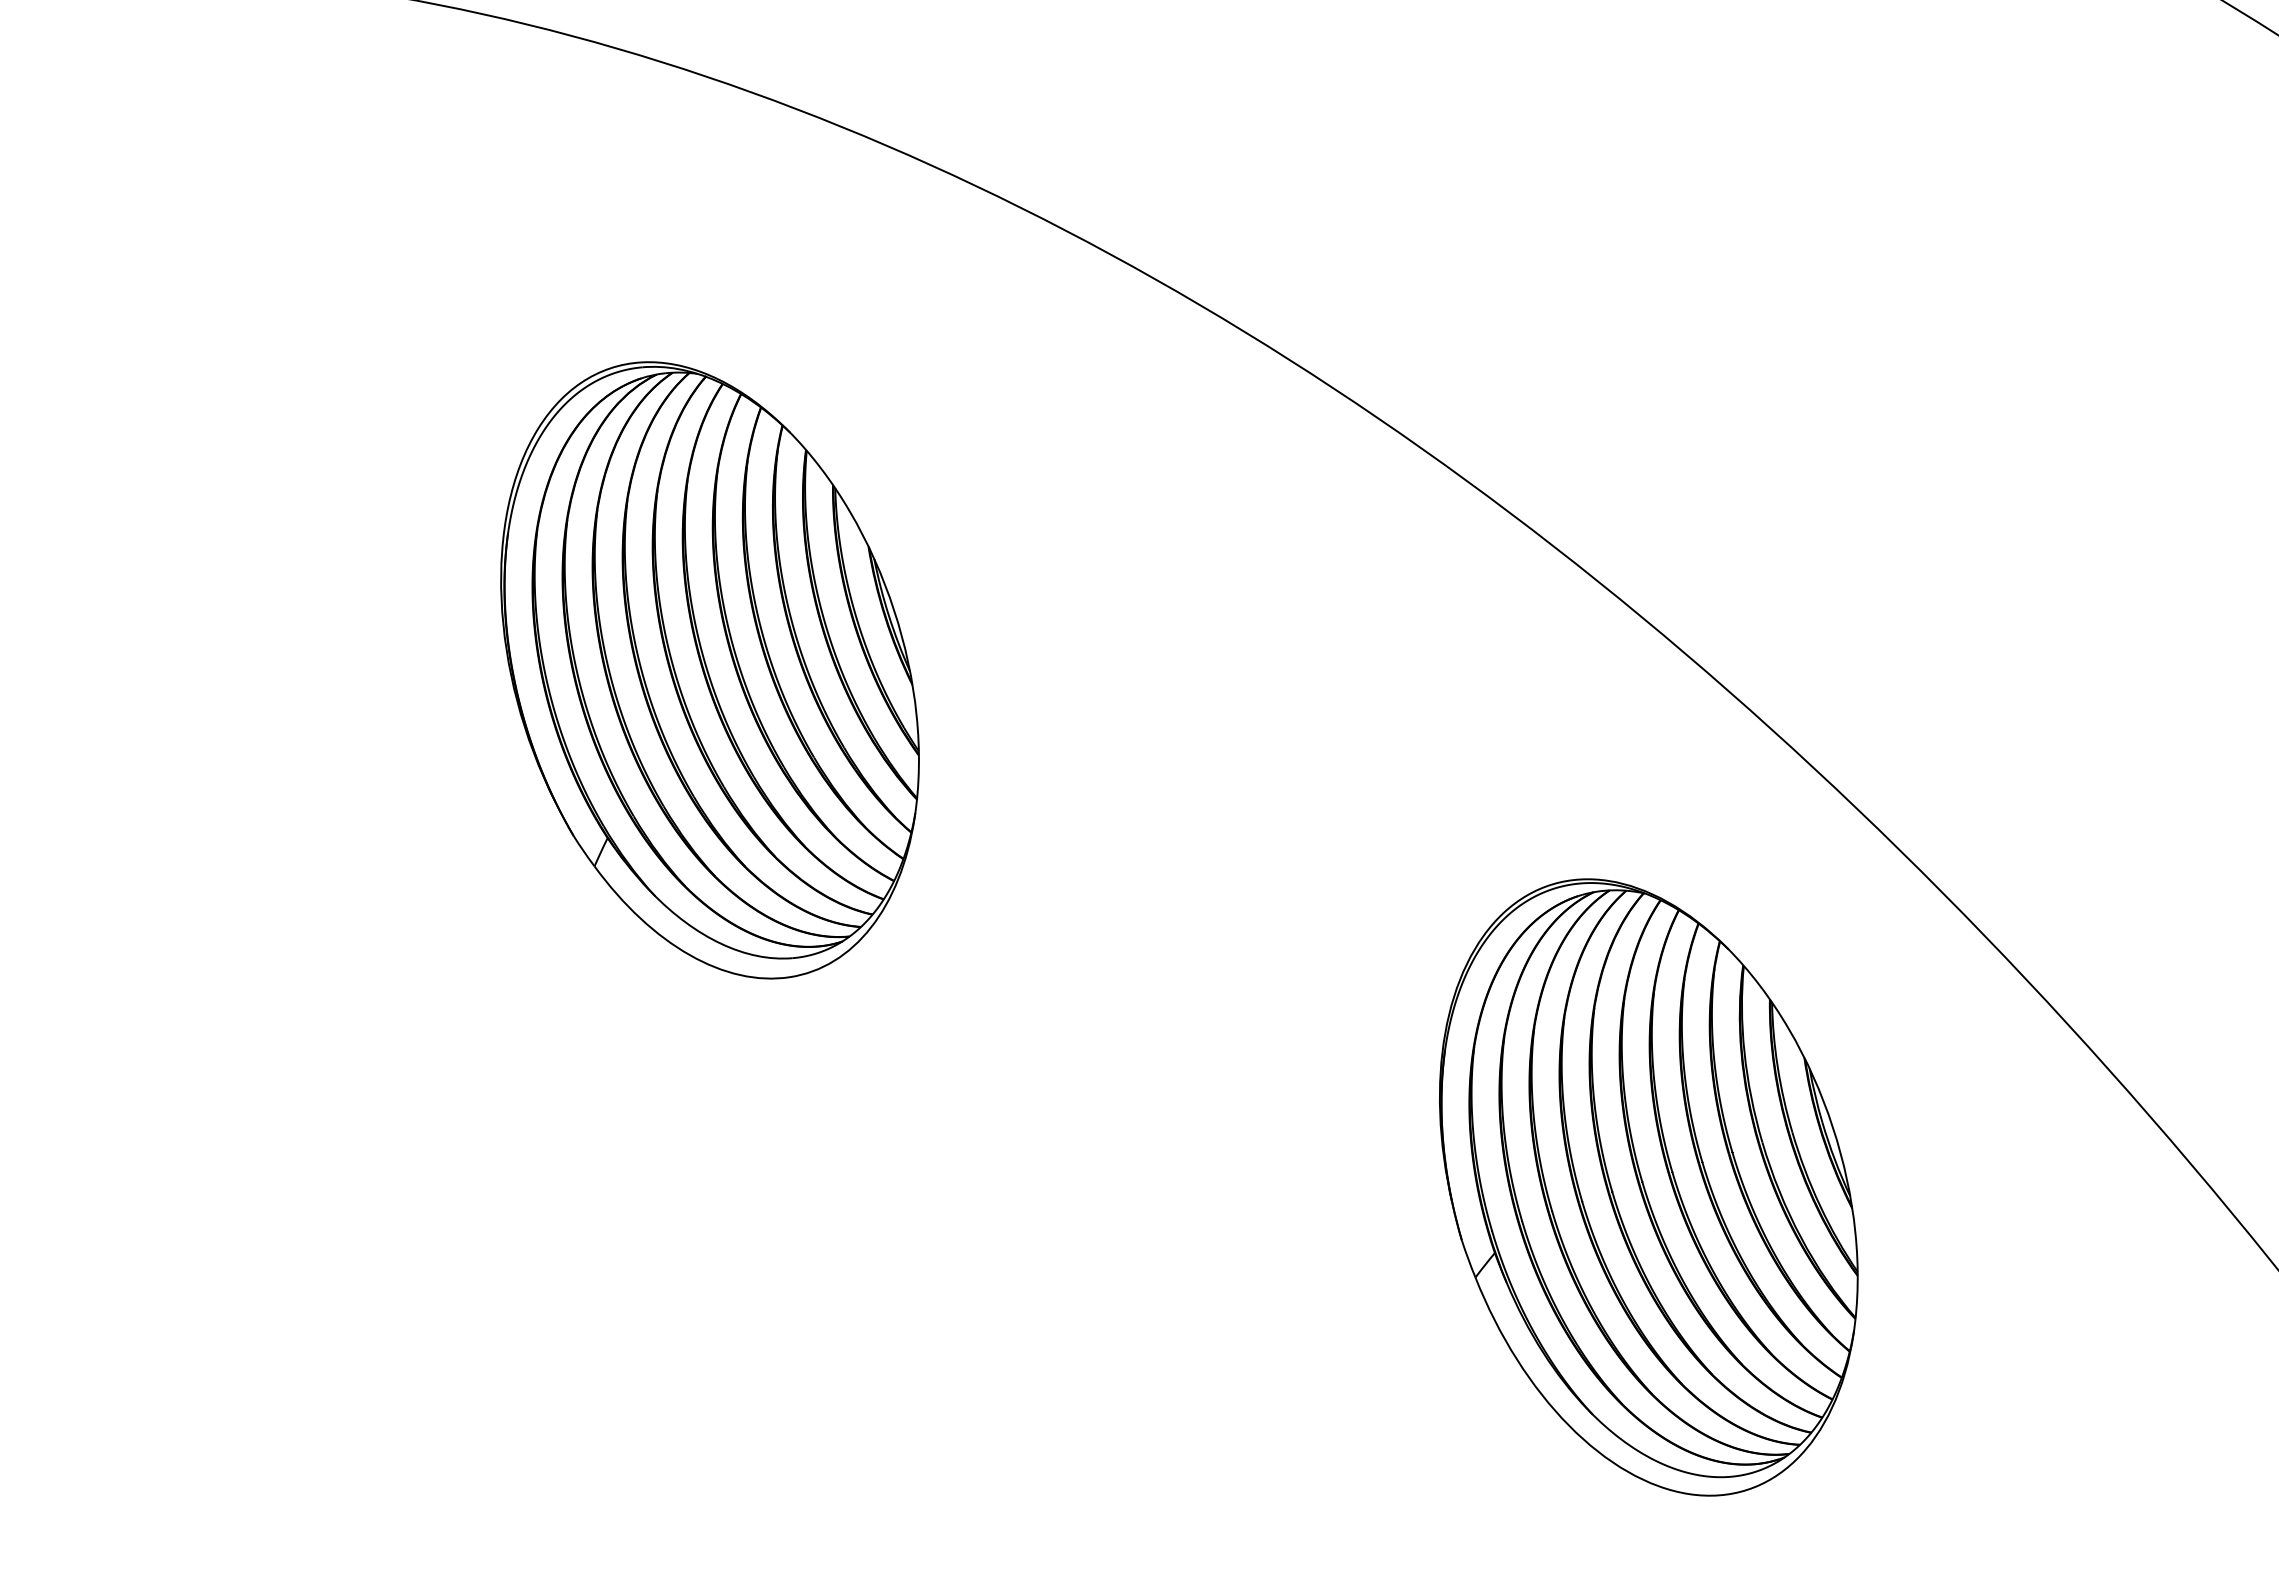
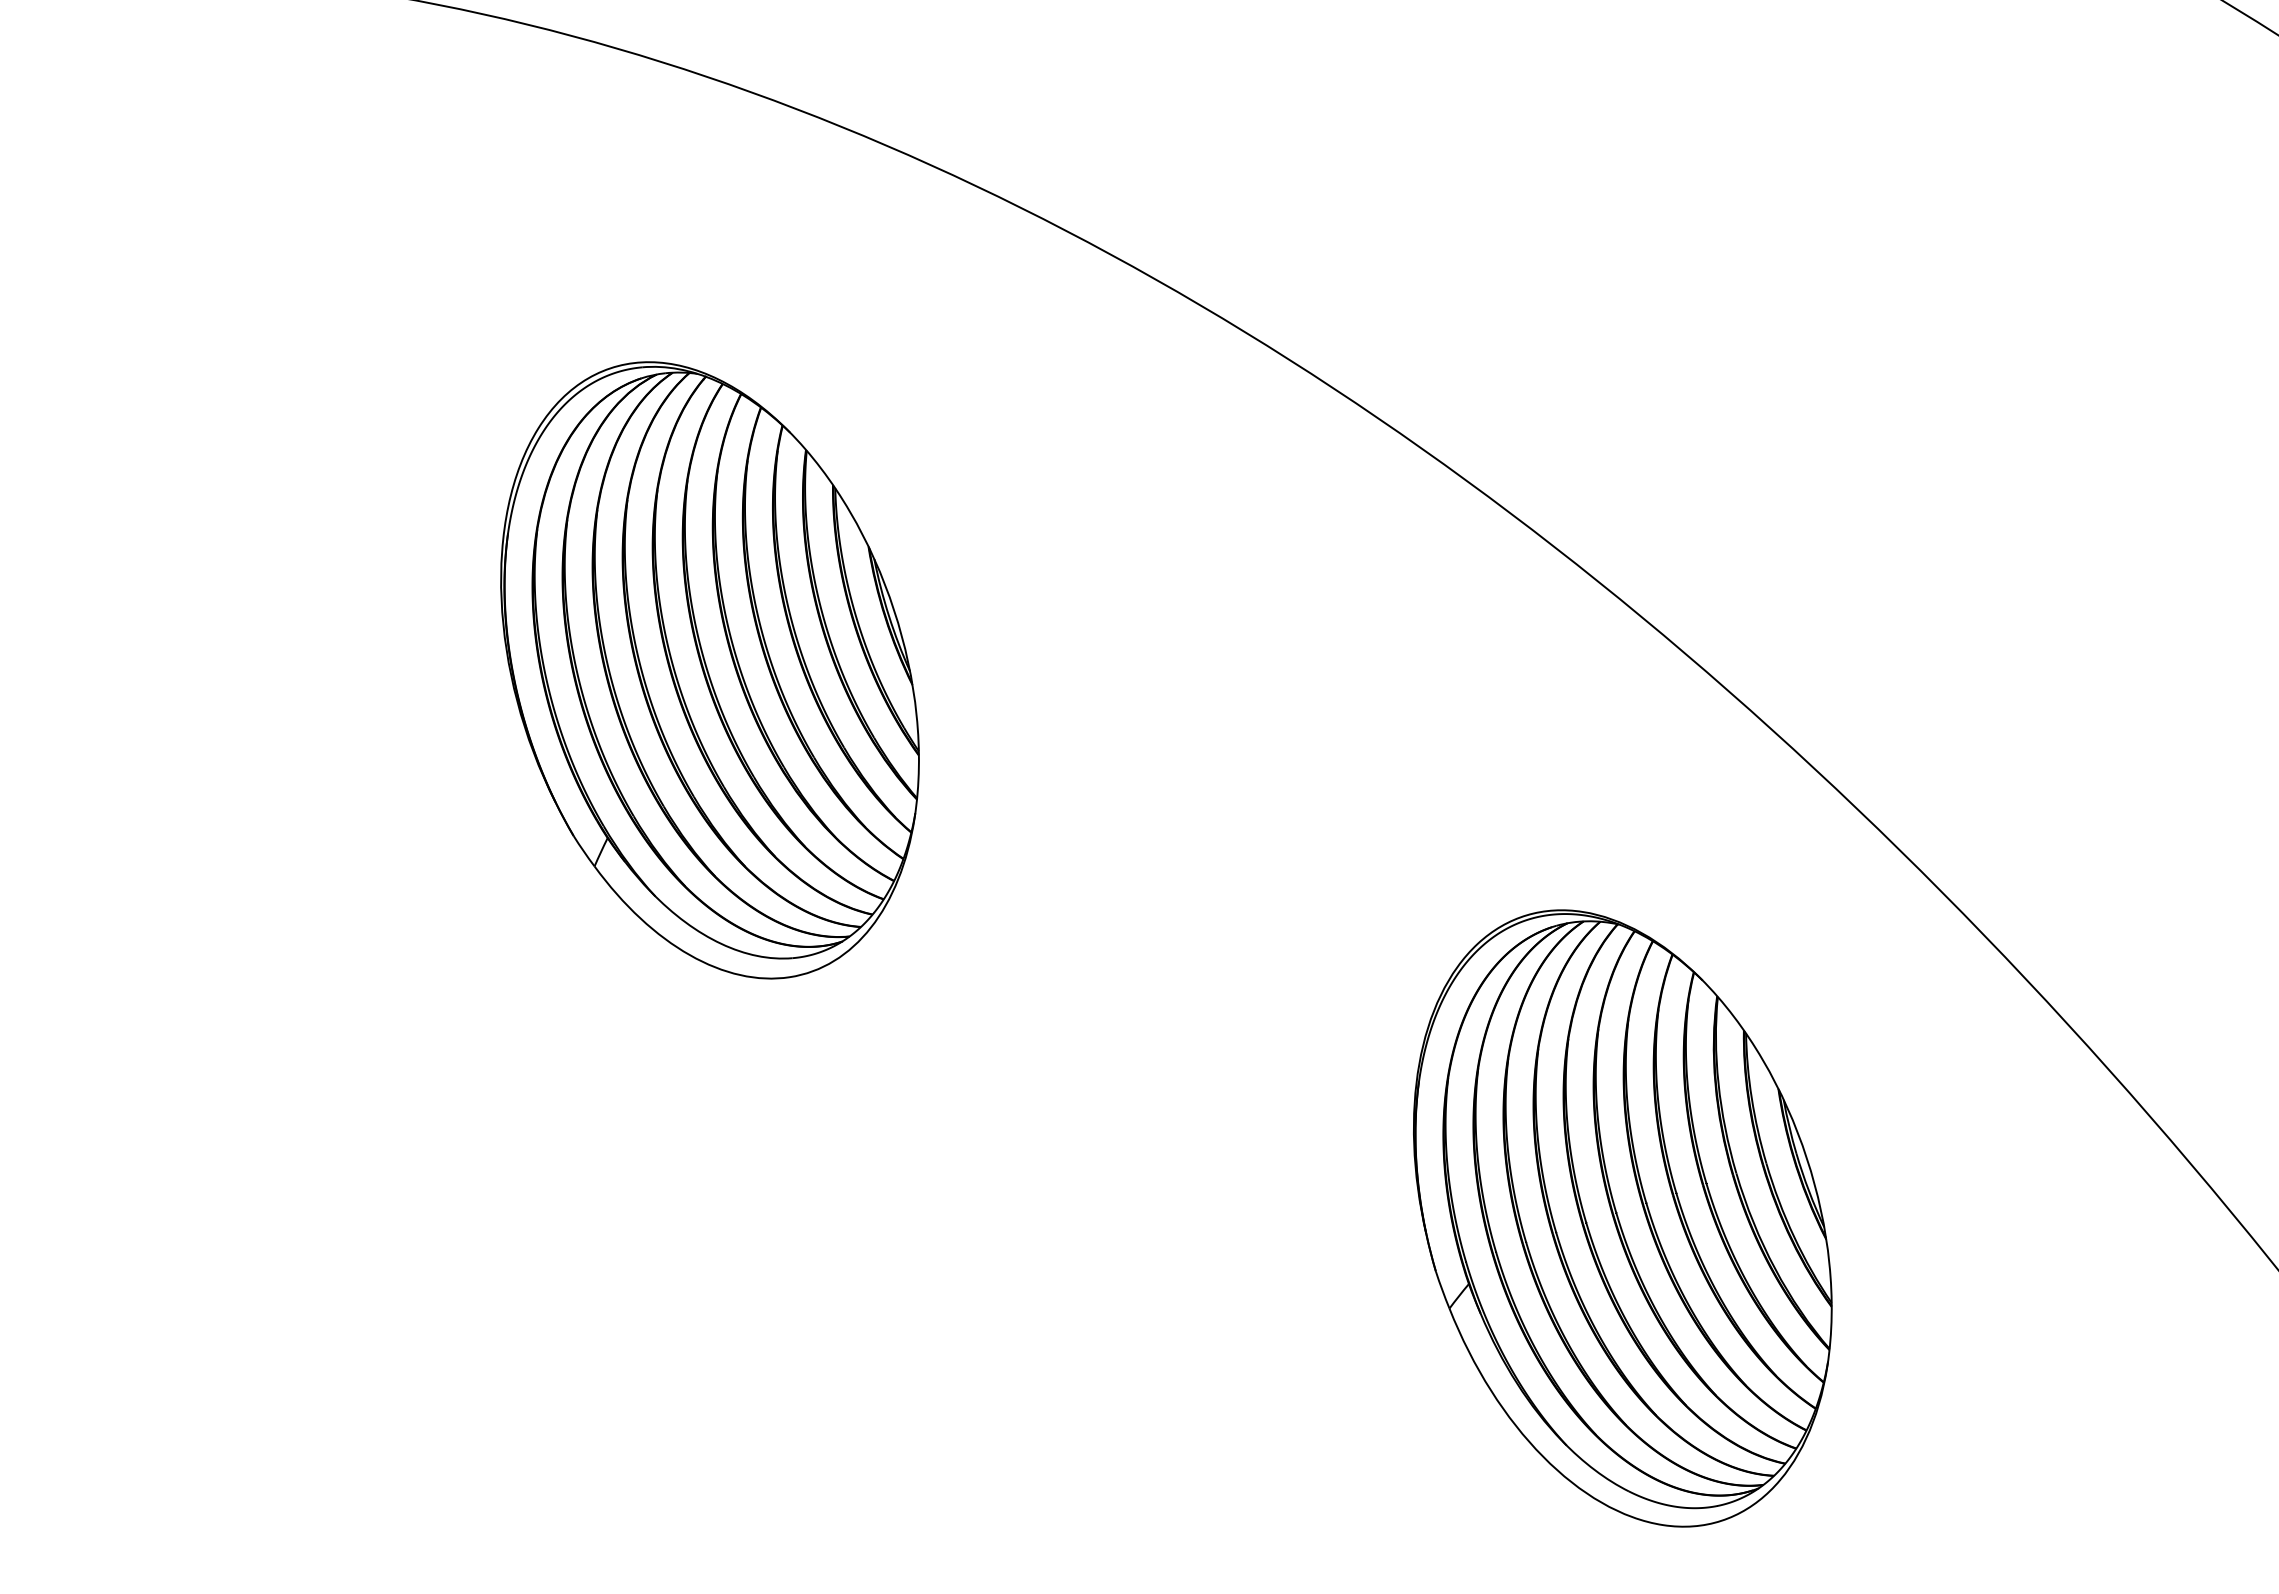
part at (1648, 1187) position: (1648, 1187) -> (1622, 1218)
